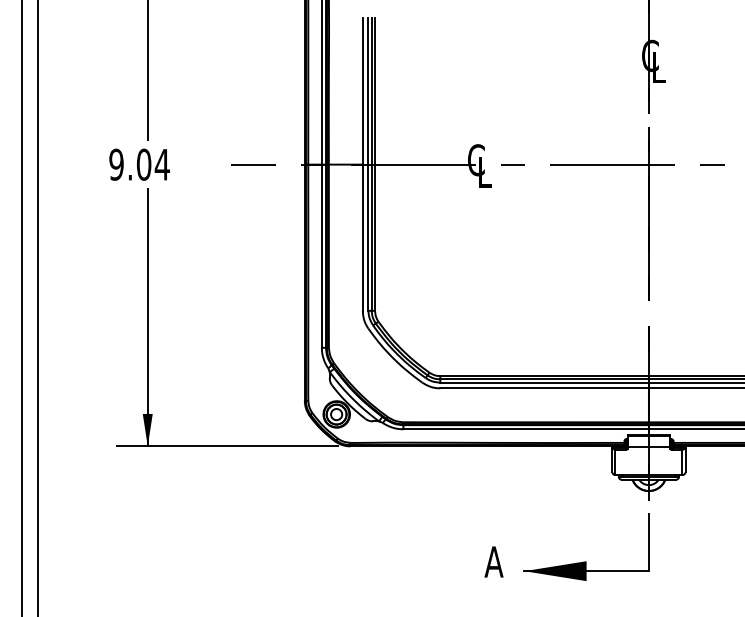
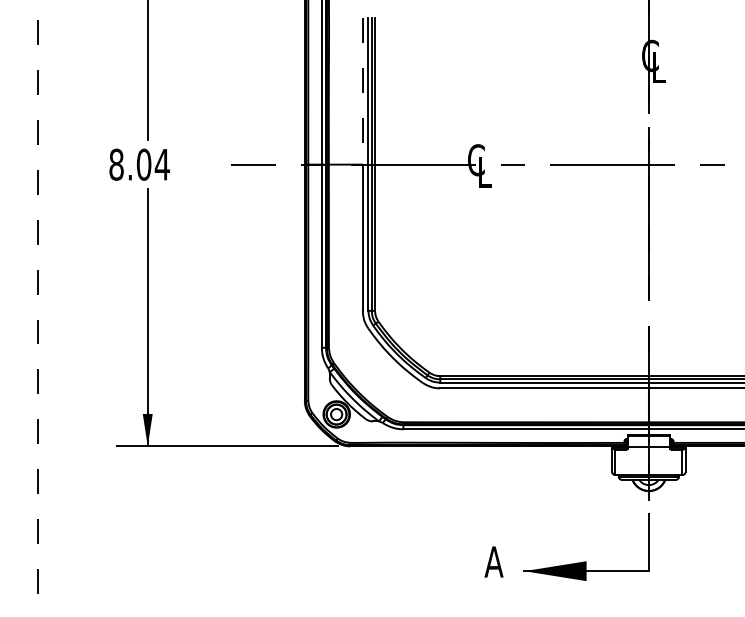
line at (362, 92): solid -> dashed
text at (116, 164): 9.04 -> 8.04
line at (22, 307): present -> none
line at (37, 308): solid -> dashed
